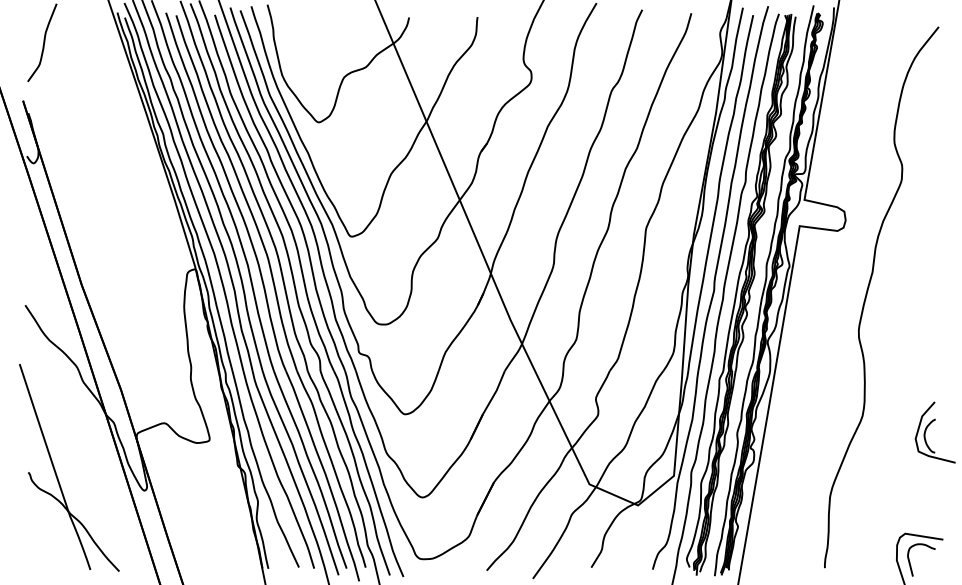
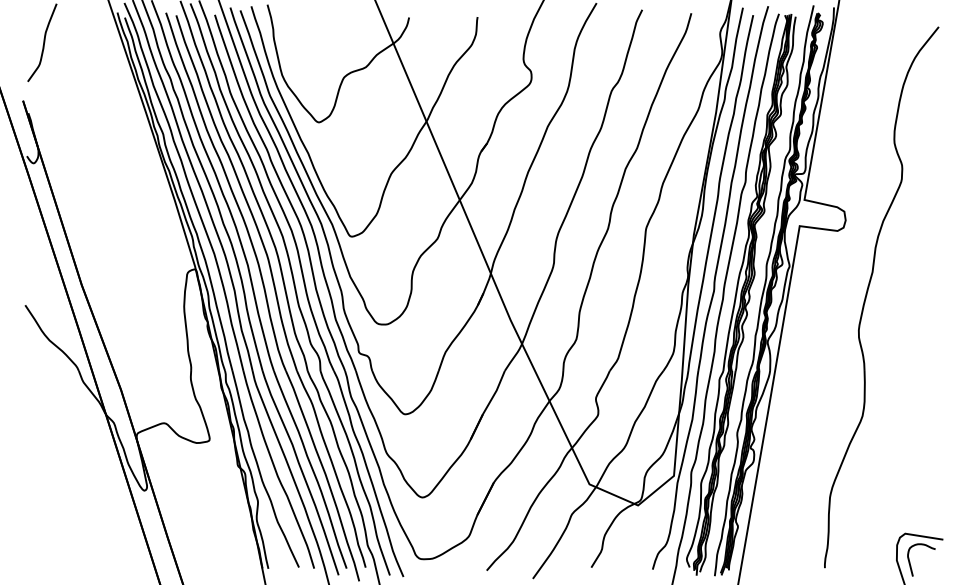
part at (927, 428): present -> none
part at (56, 472): present -> none
